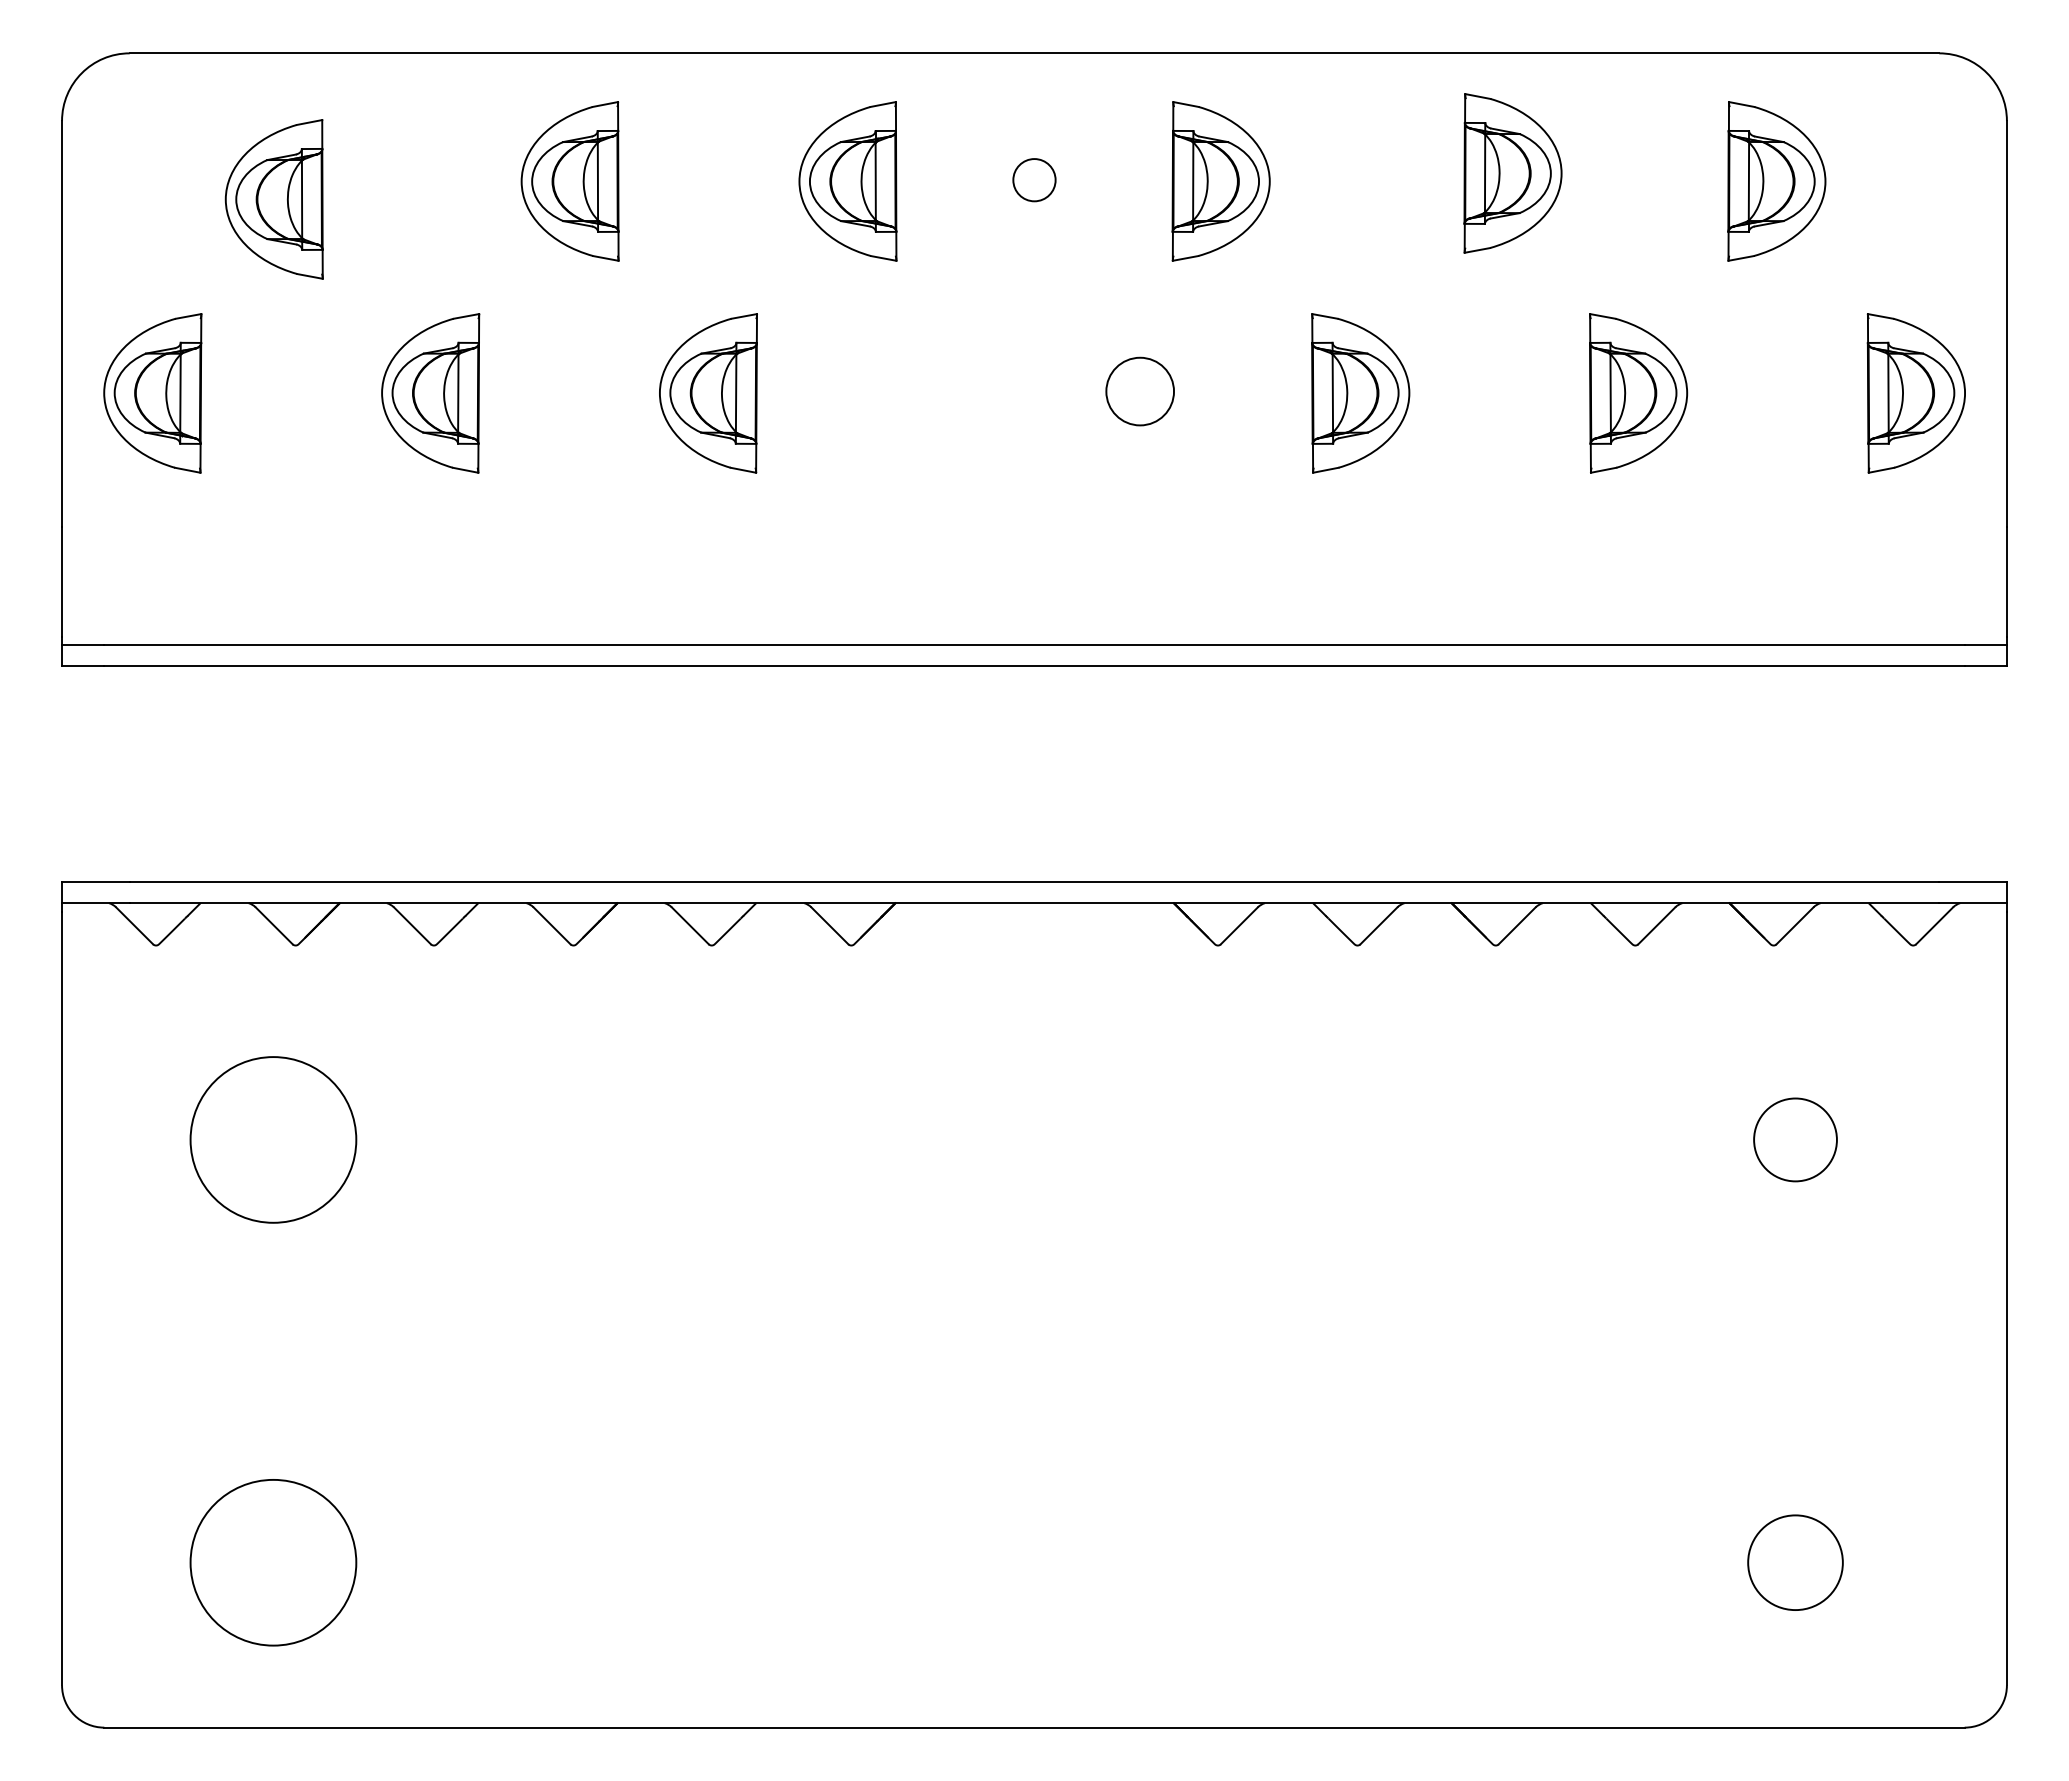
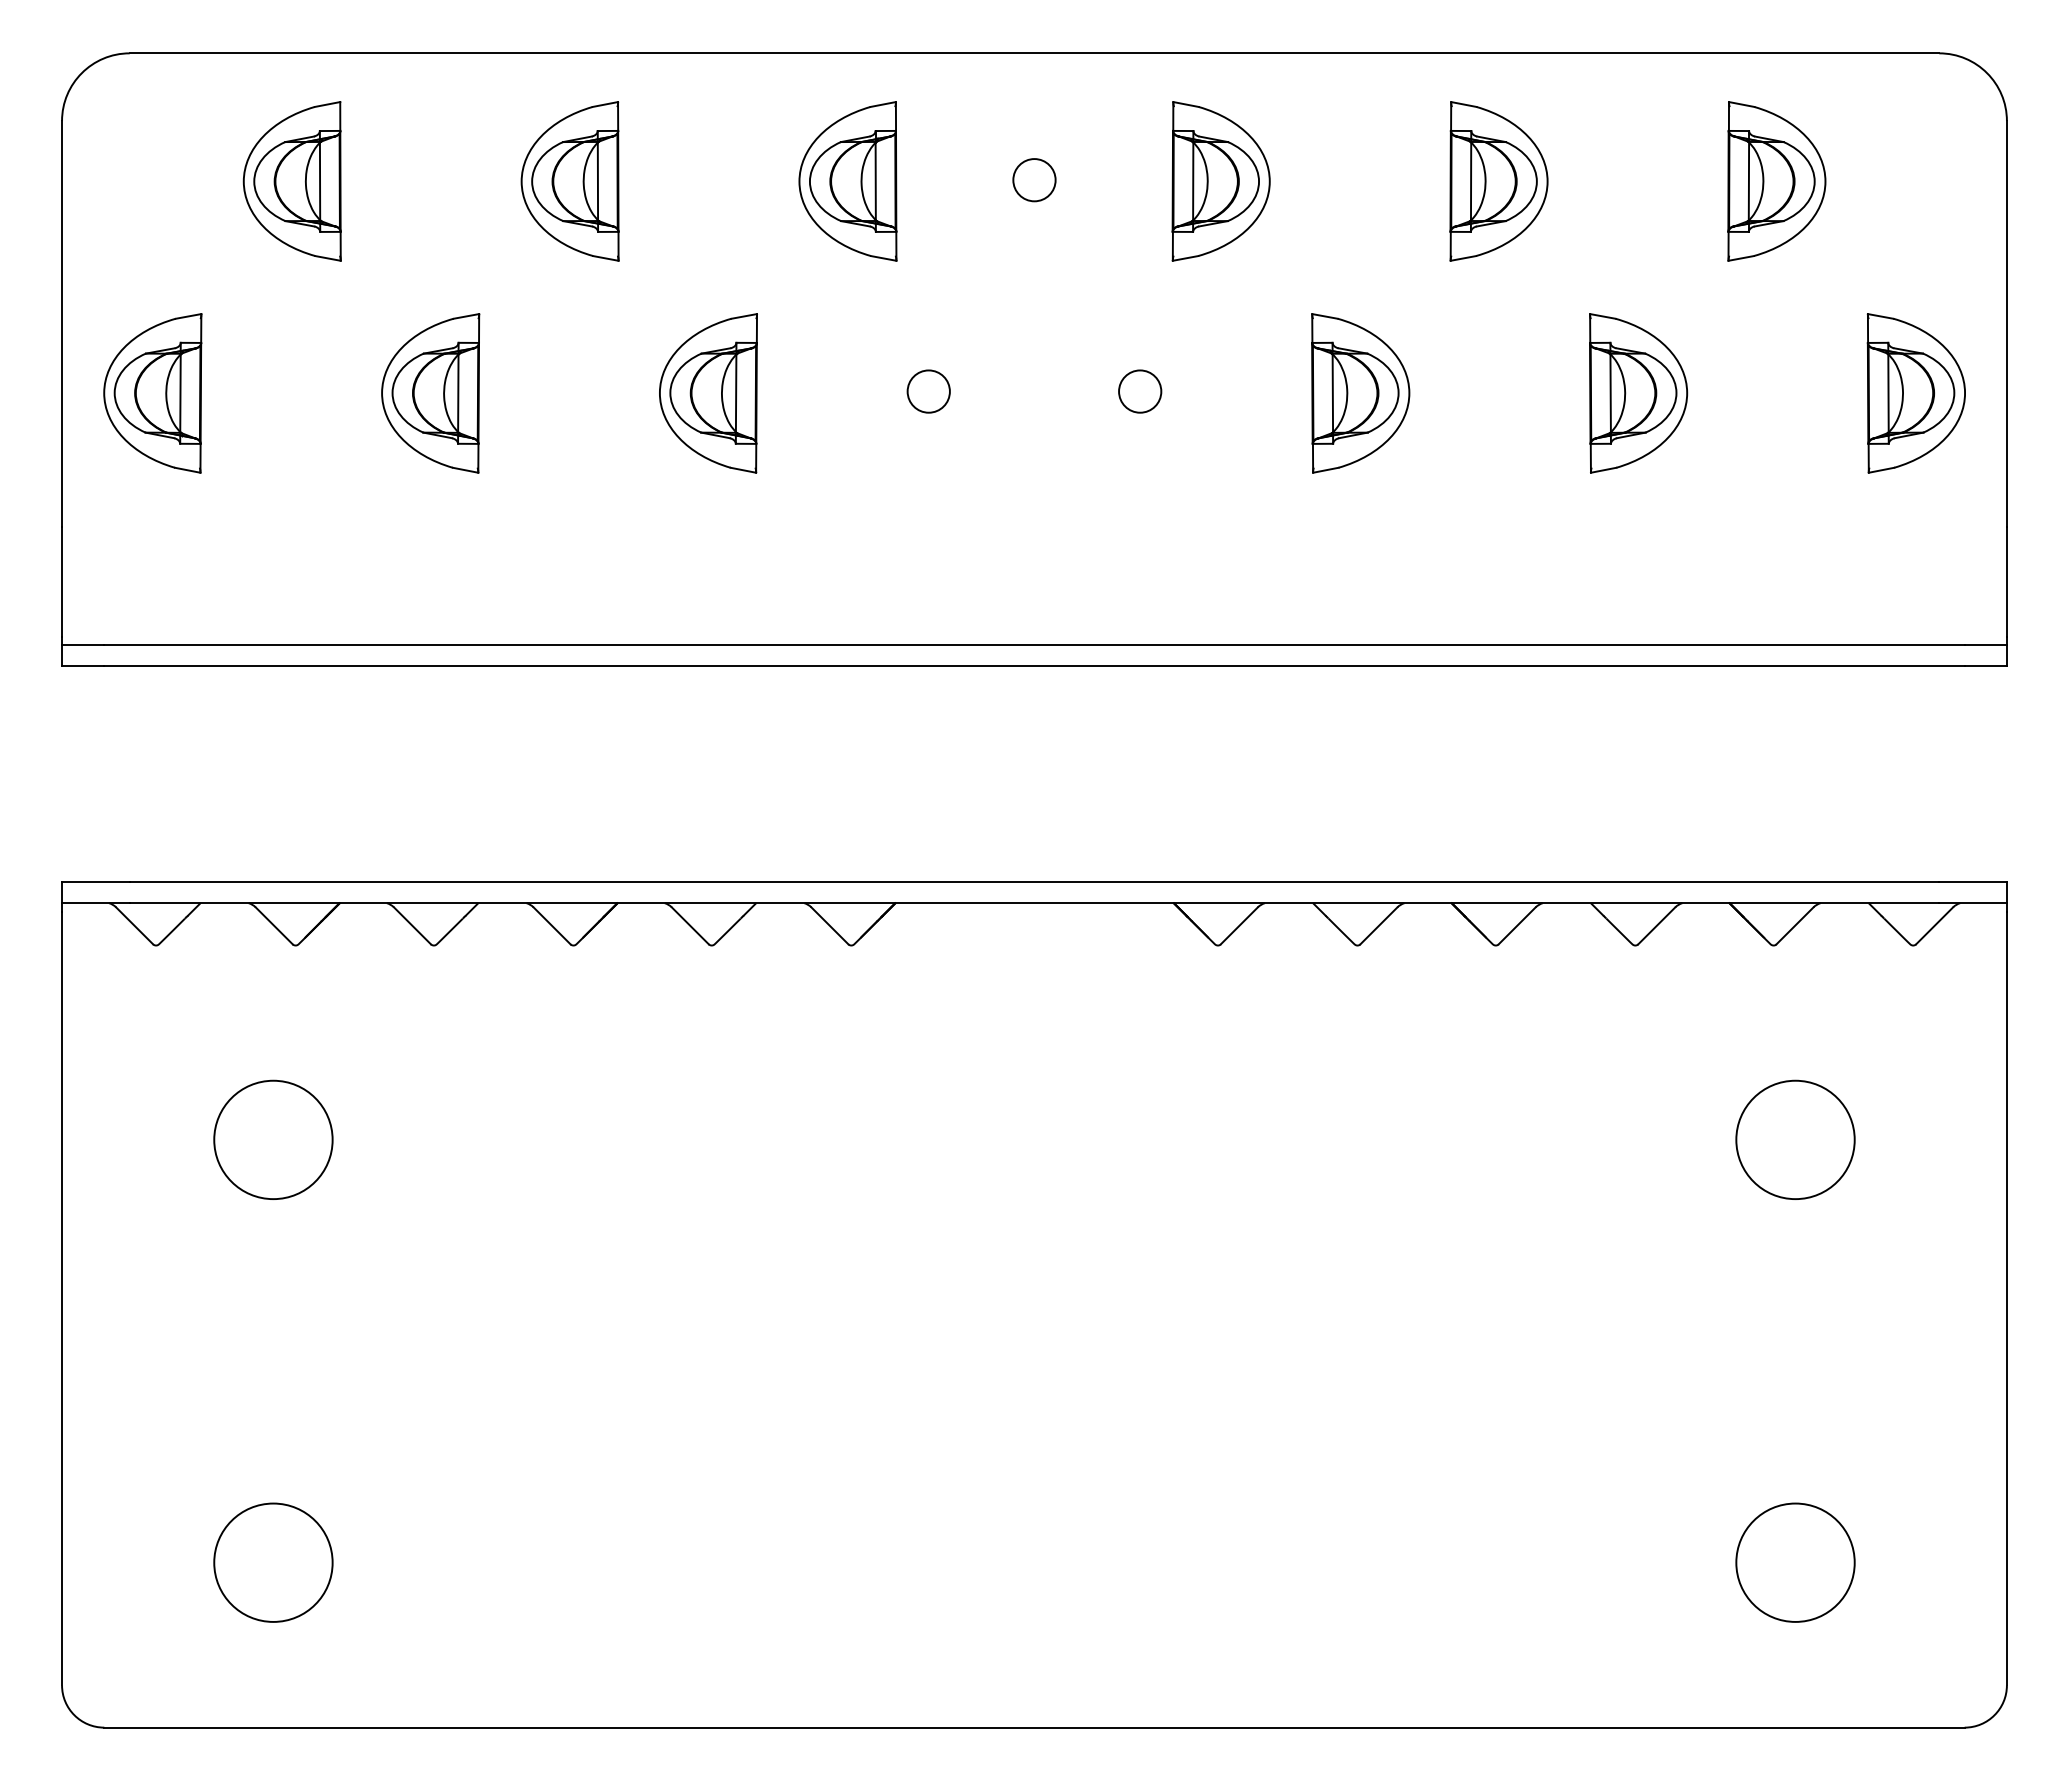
part at (1512, 173) position: (1512, 173) -> (1498, 181)
part at (273, 199) position: (273, 199) -> (291, 181)
circle at (928, 391): none -> present
circle at (1140, 391) diameter: 68 px -> 42 px
circle at (273, 1139) diameter: 166 px -> 118 px
circle at (1795, 1139) diameter: 83 px -> 118 px
circle at (273, 1562) diameter: 166 px -> 118 px
circle at (1795, 1562) diameter: 95 px -> 118 px
